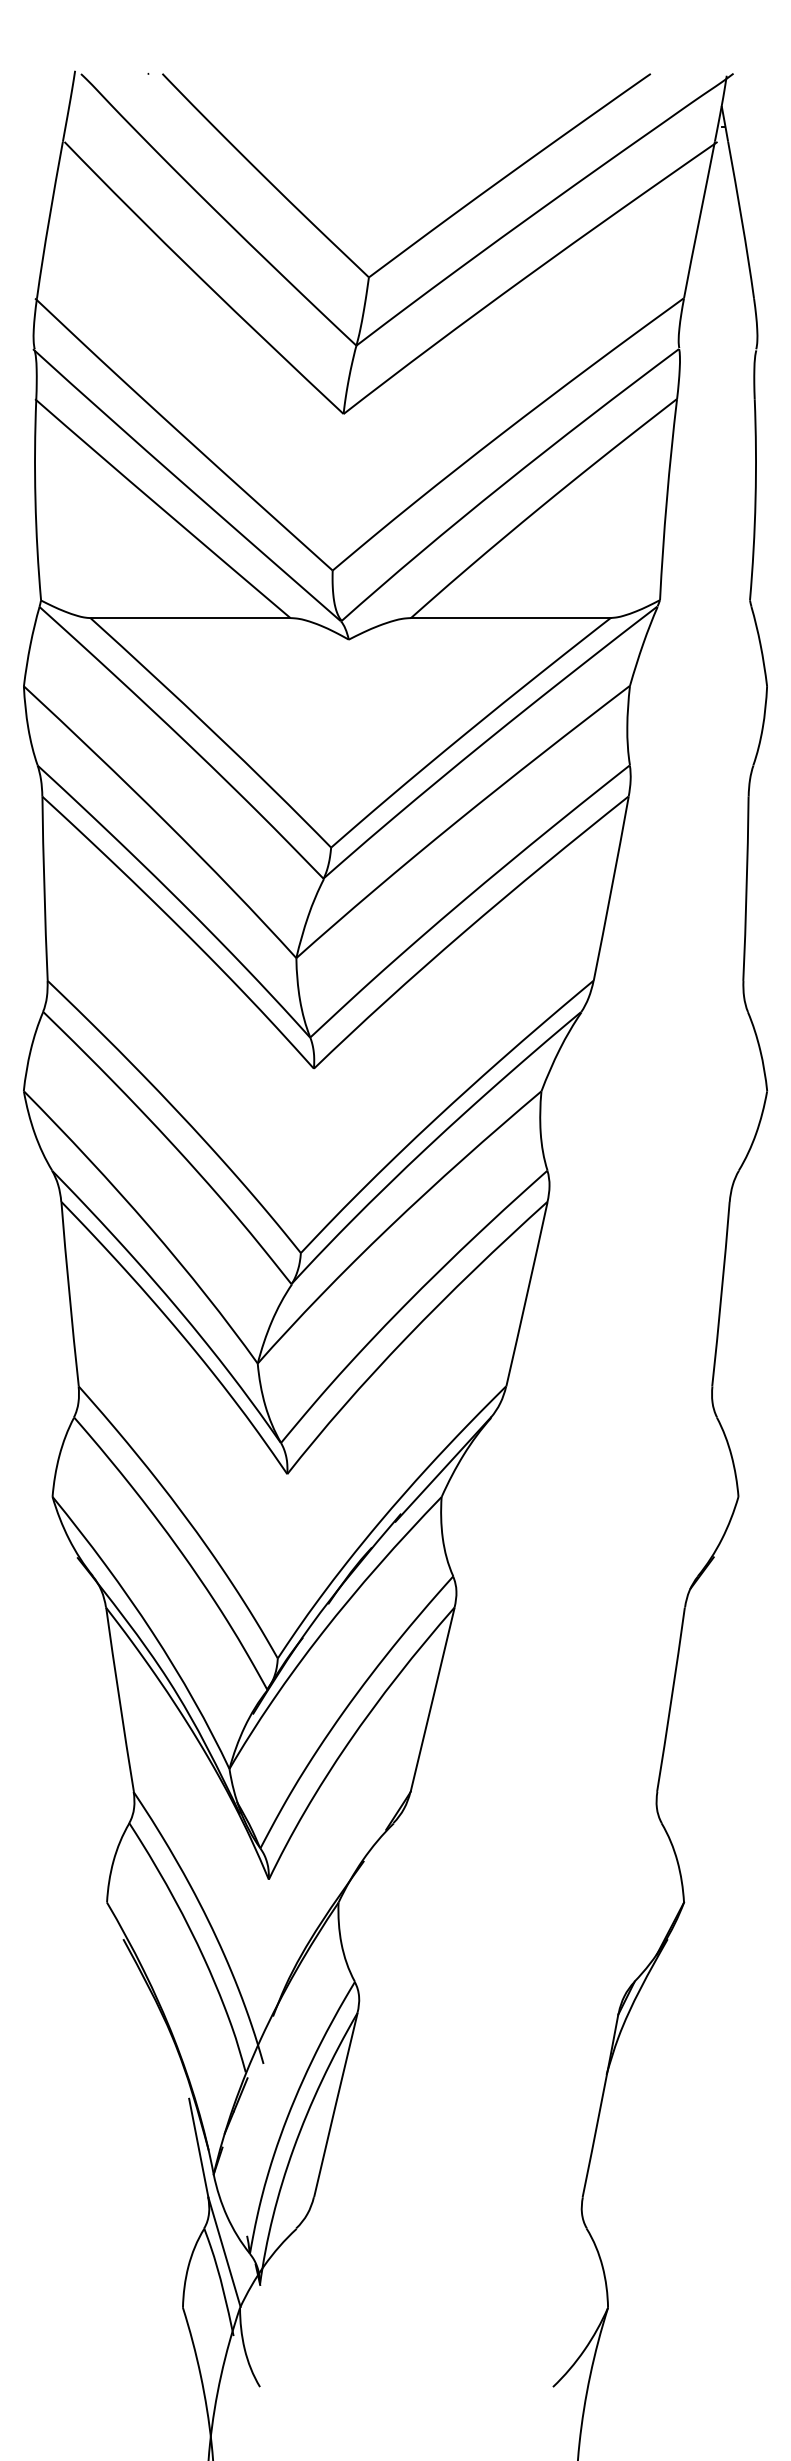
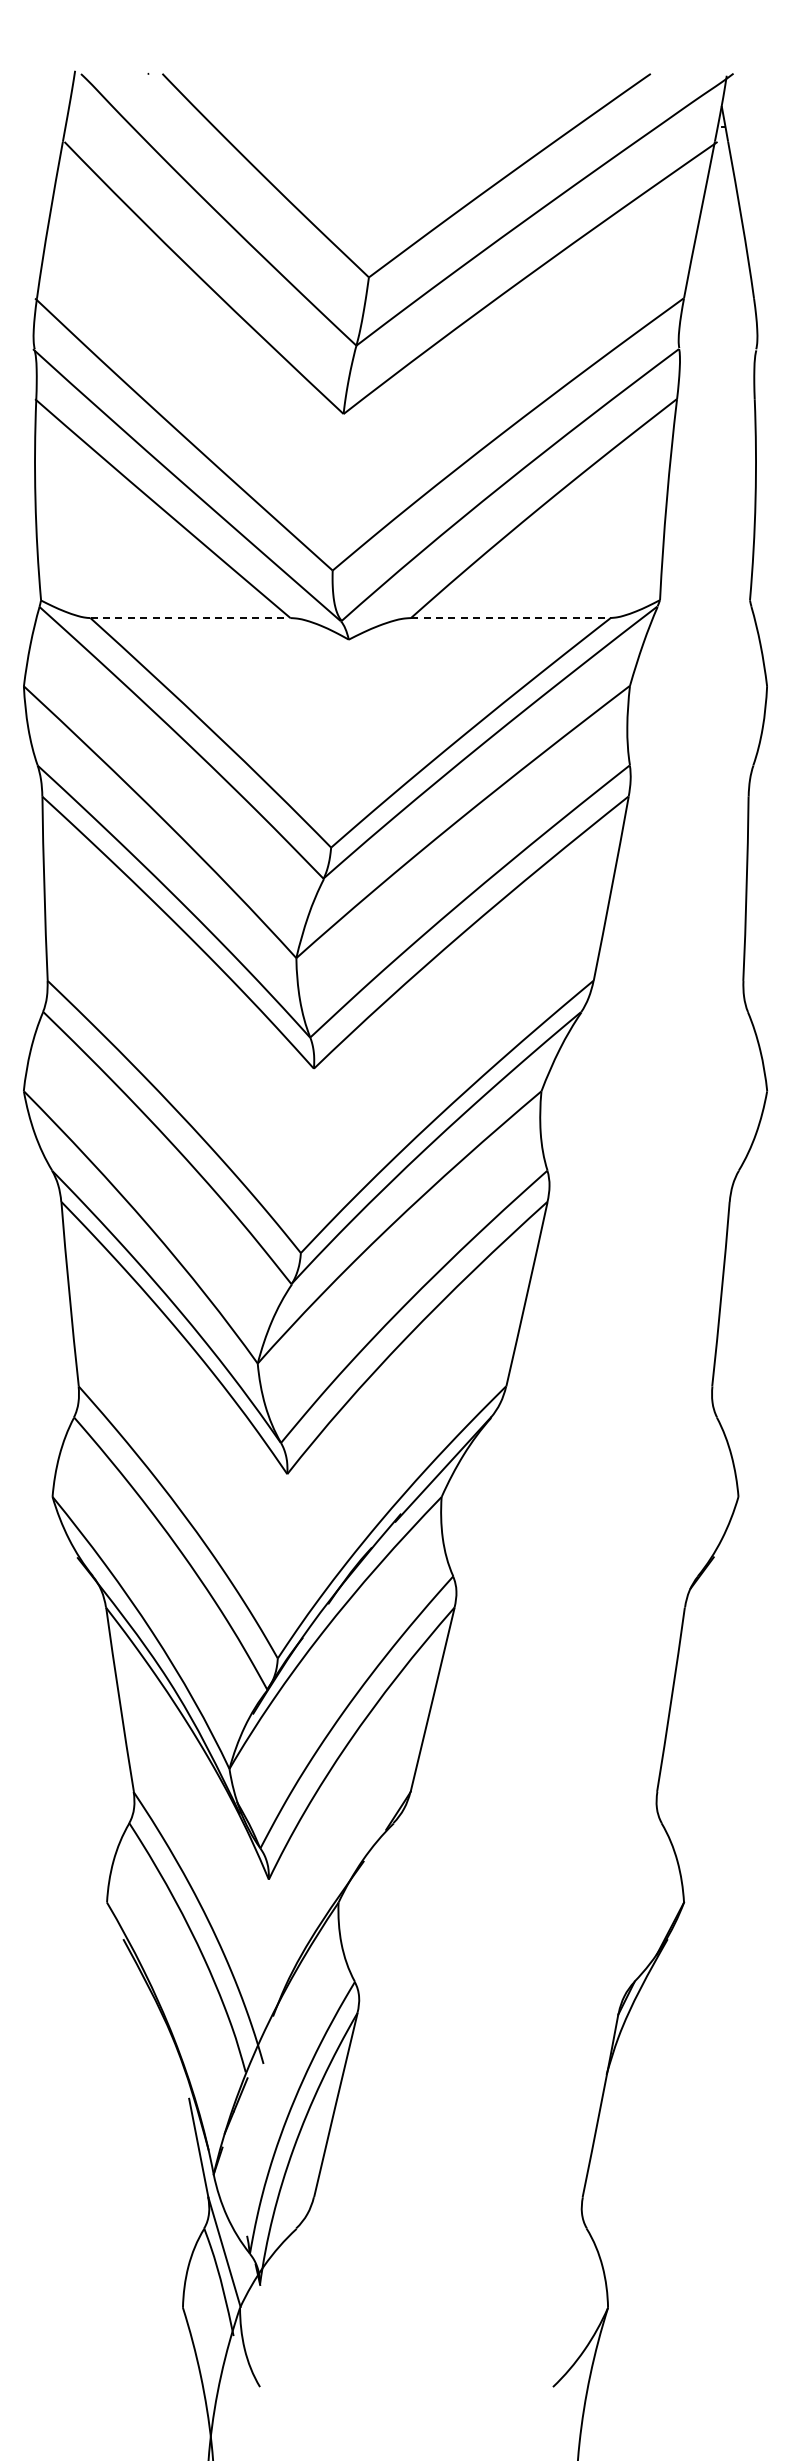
line at (190, 618): solid -> dashed
line at (510, 618): solid -> dashed
